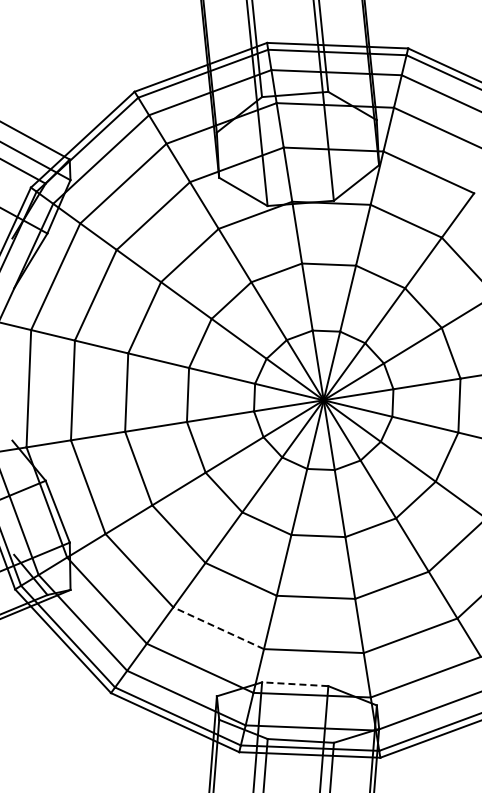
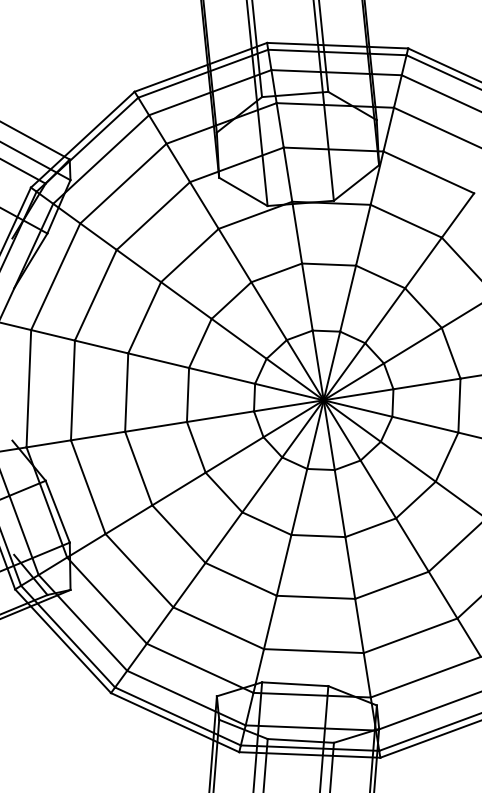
line at (218, 628): dashed -> solid
line at (294, 684): dashed -> solid
